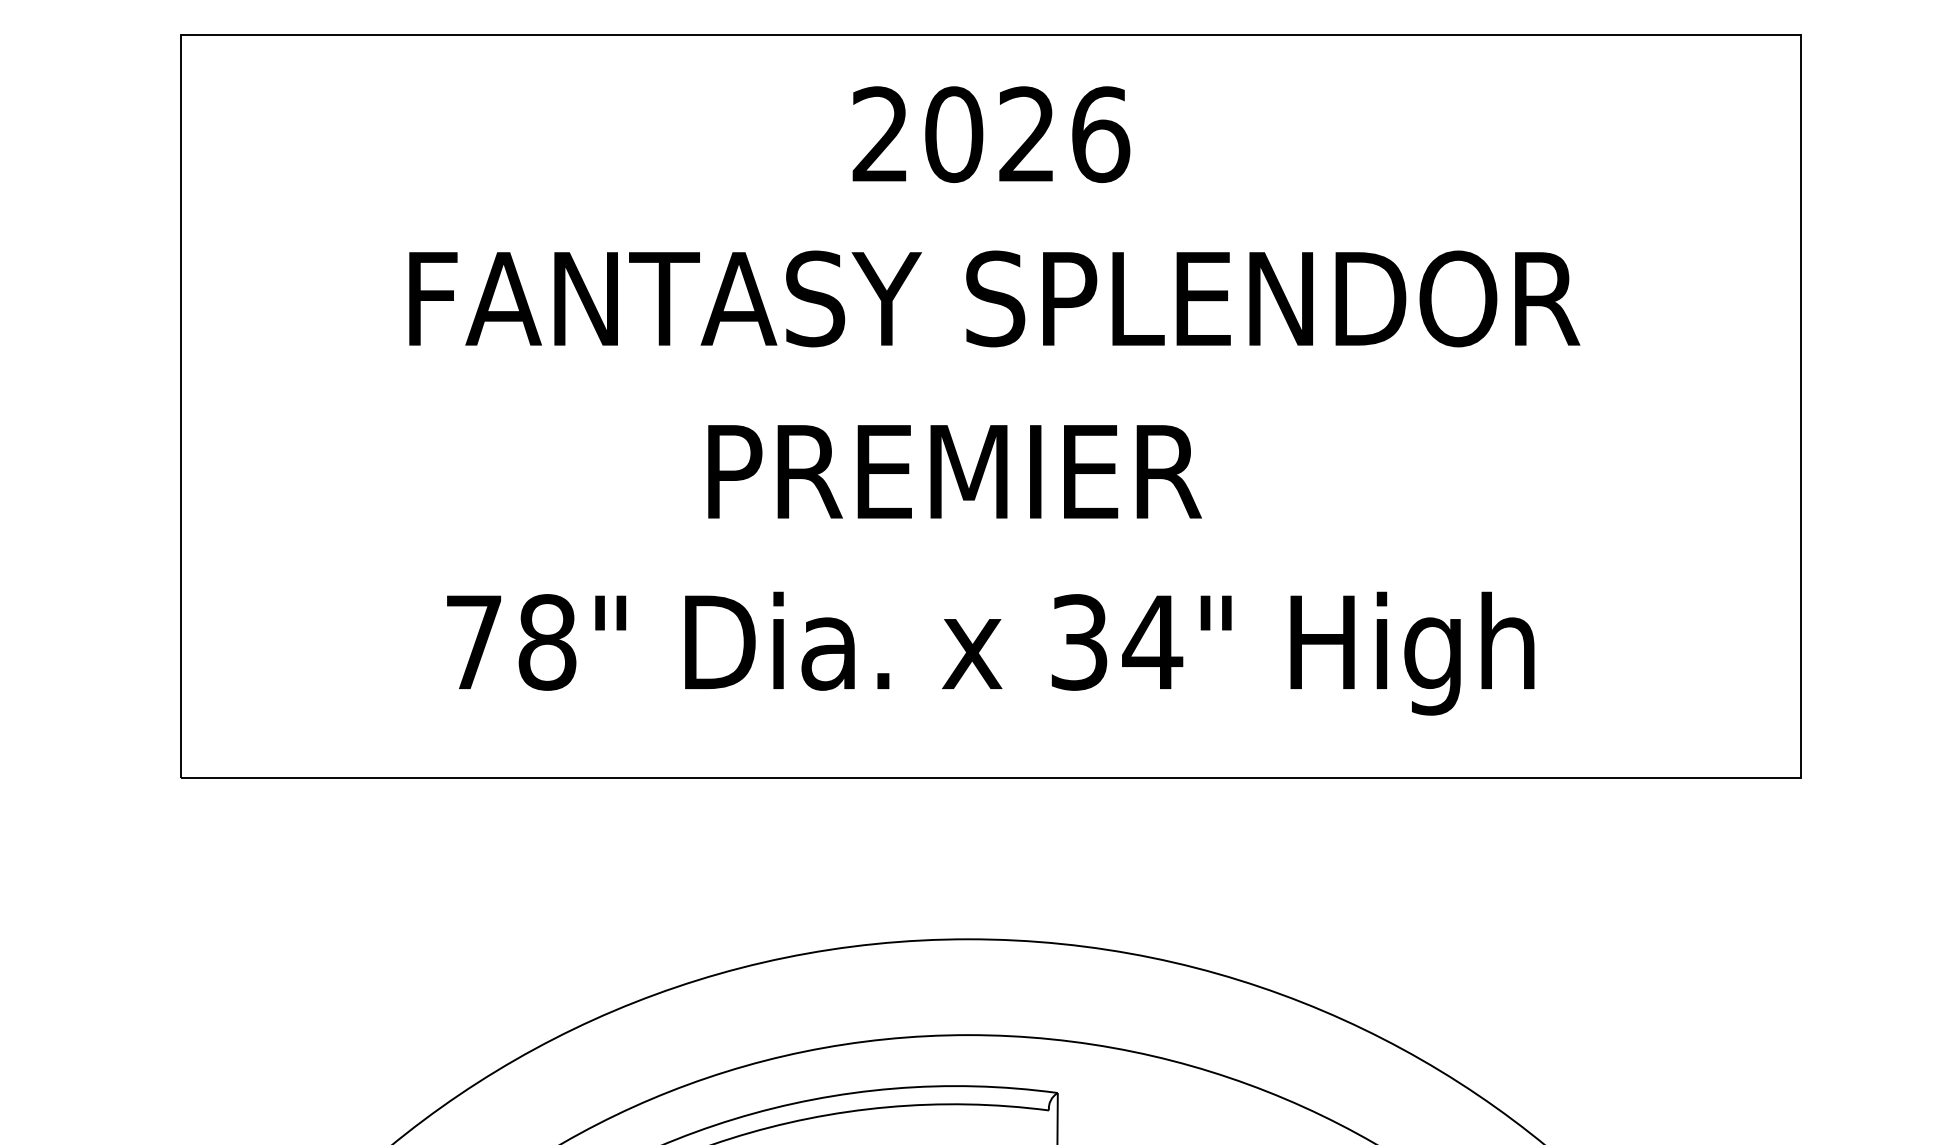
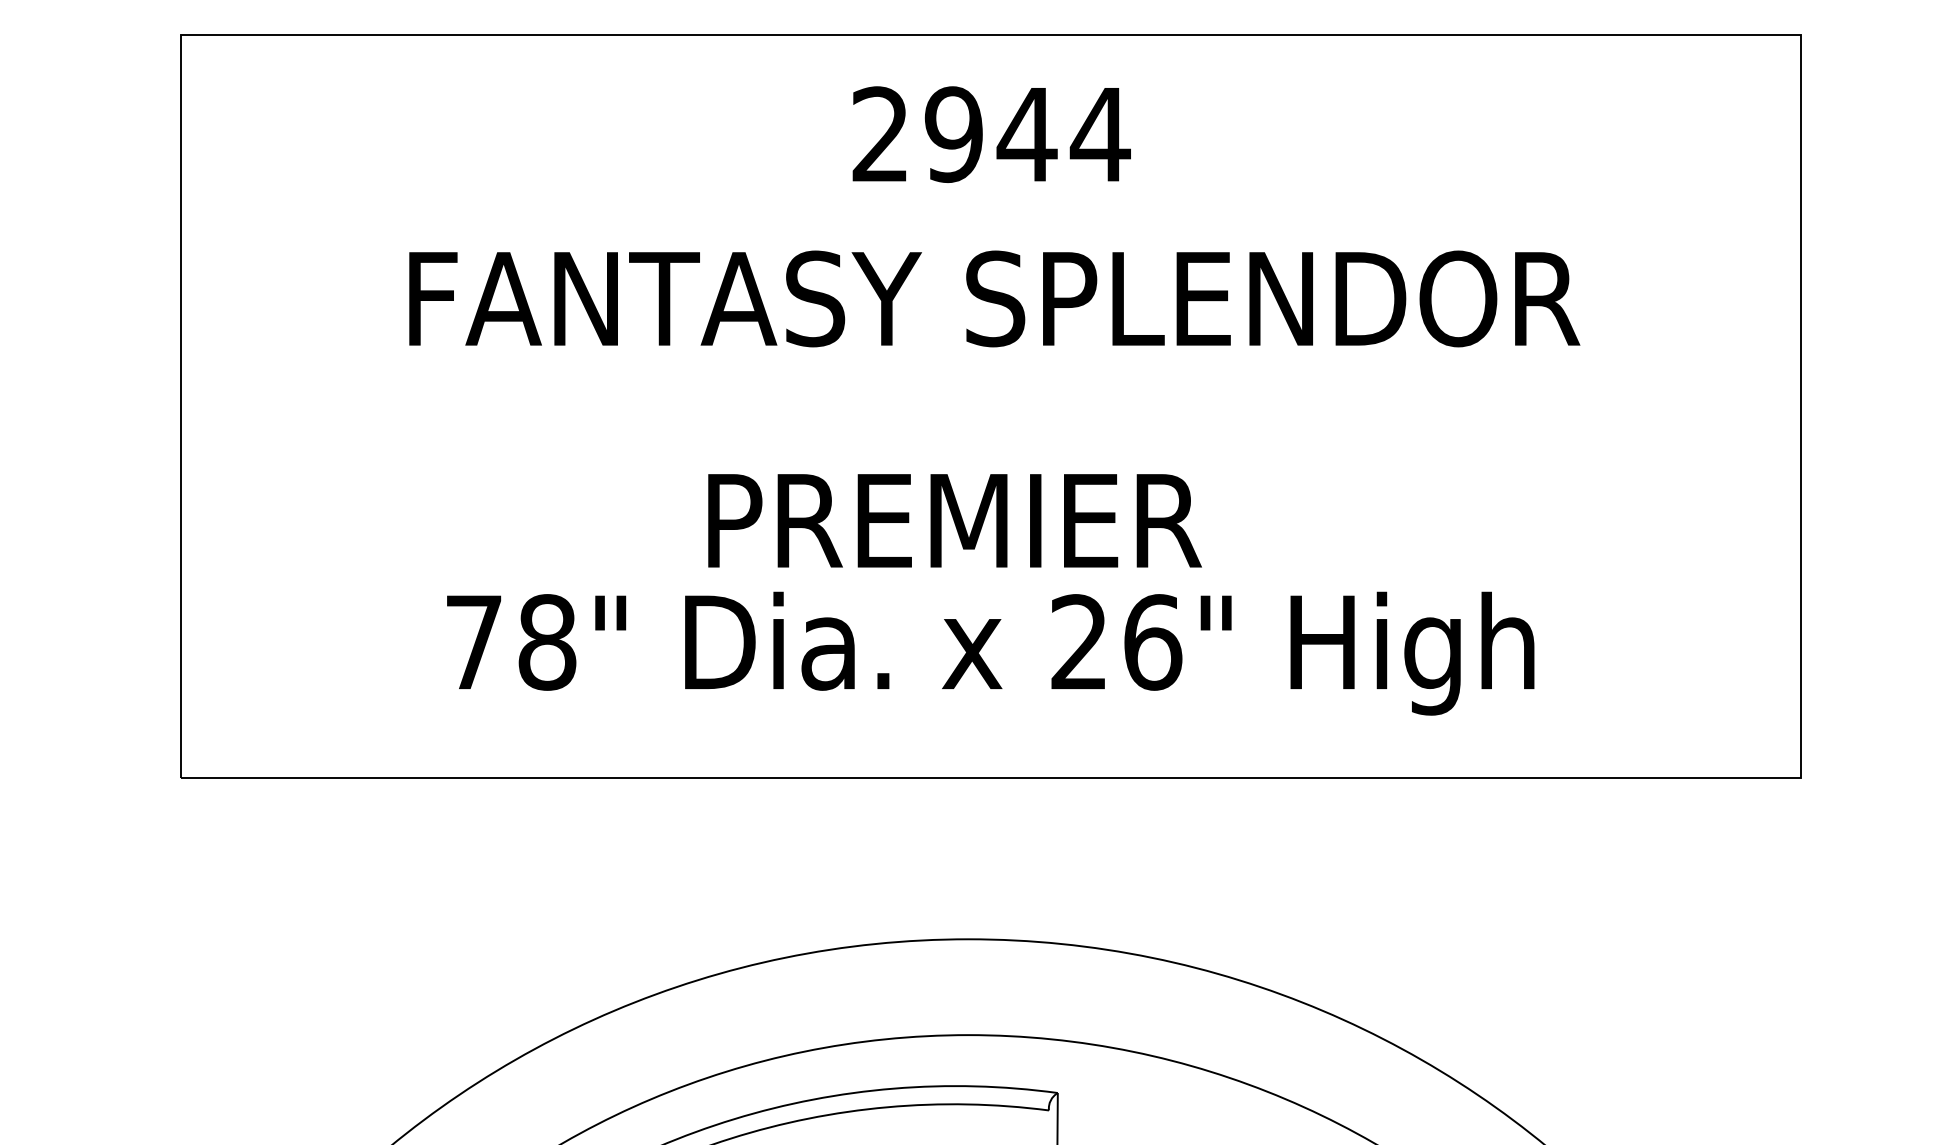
text at (1027, 134): 2026 -> 2944
text at (954, 471) position: (954, 471) -> (954, 520)
text at (1117, 642): 34" -> 26"
